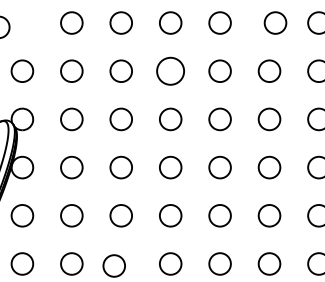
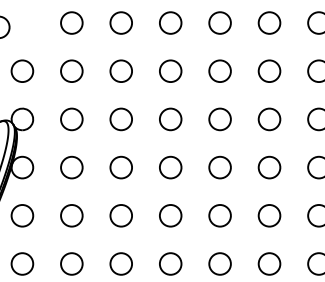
circle at (275, 22) position: (275, 22) -> (269, 22)
circle at (170, 70) size: 29x30 px -> 24x24 px
circle at (113, 265) position: (113, 265) -> (120, 263)
